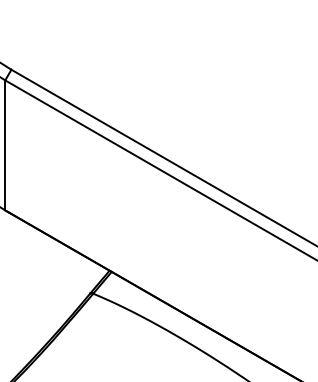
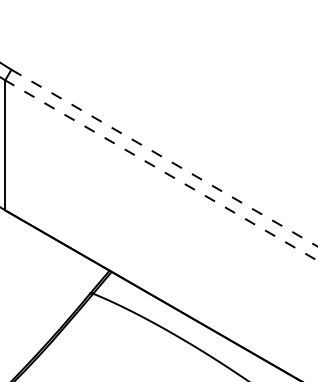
line at (164, 158): solid -> dashed
line at (160, 170): solid -> dashed
